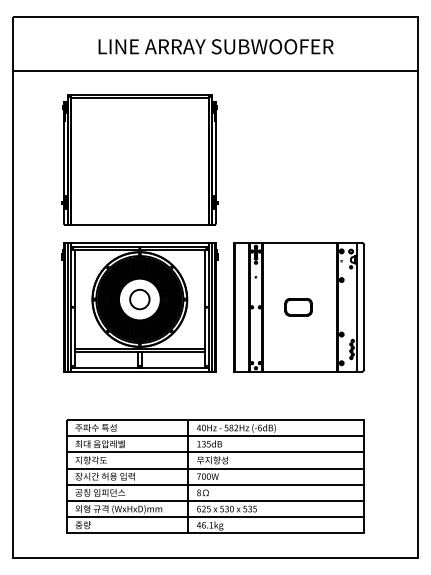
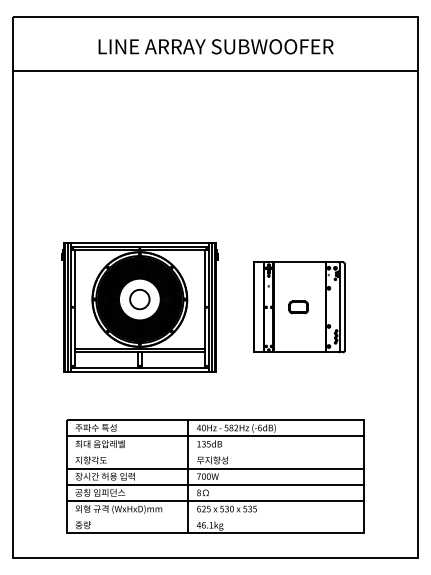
part at (139, 159): present -> none
part at (298, 307) size: 132x131 px -> 93x93 px
line at (215, 452): present -> none
line at (215, 517): present -> none
